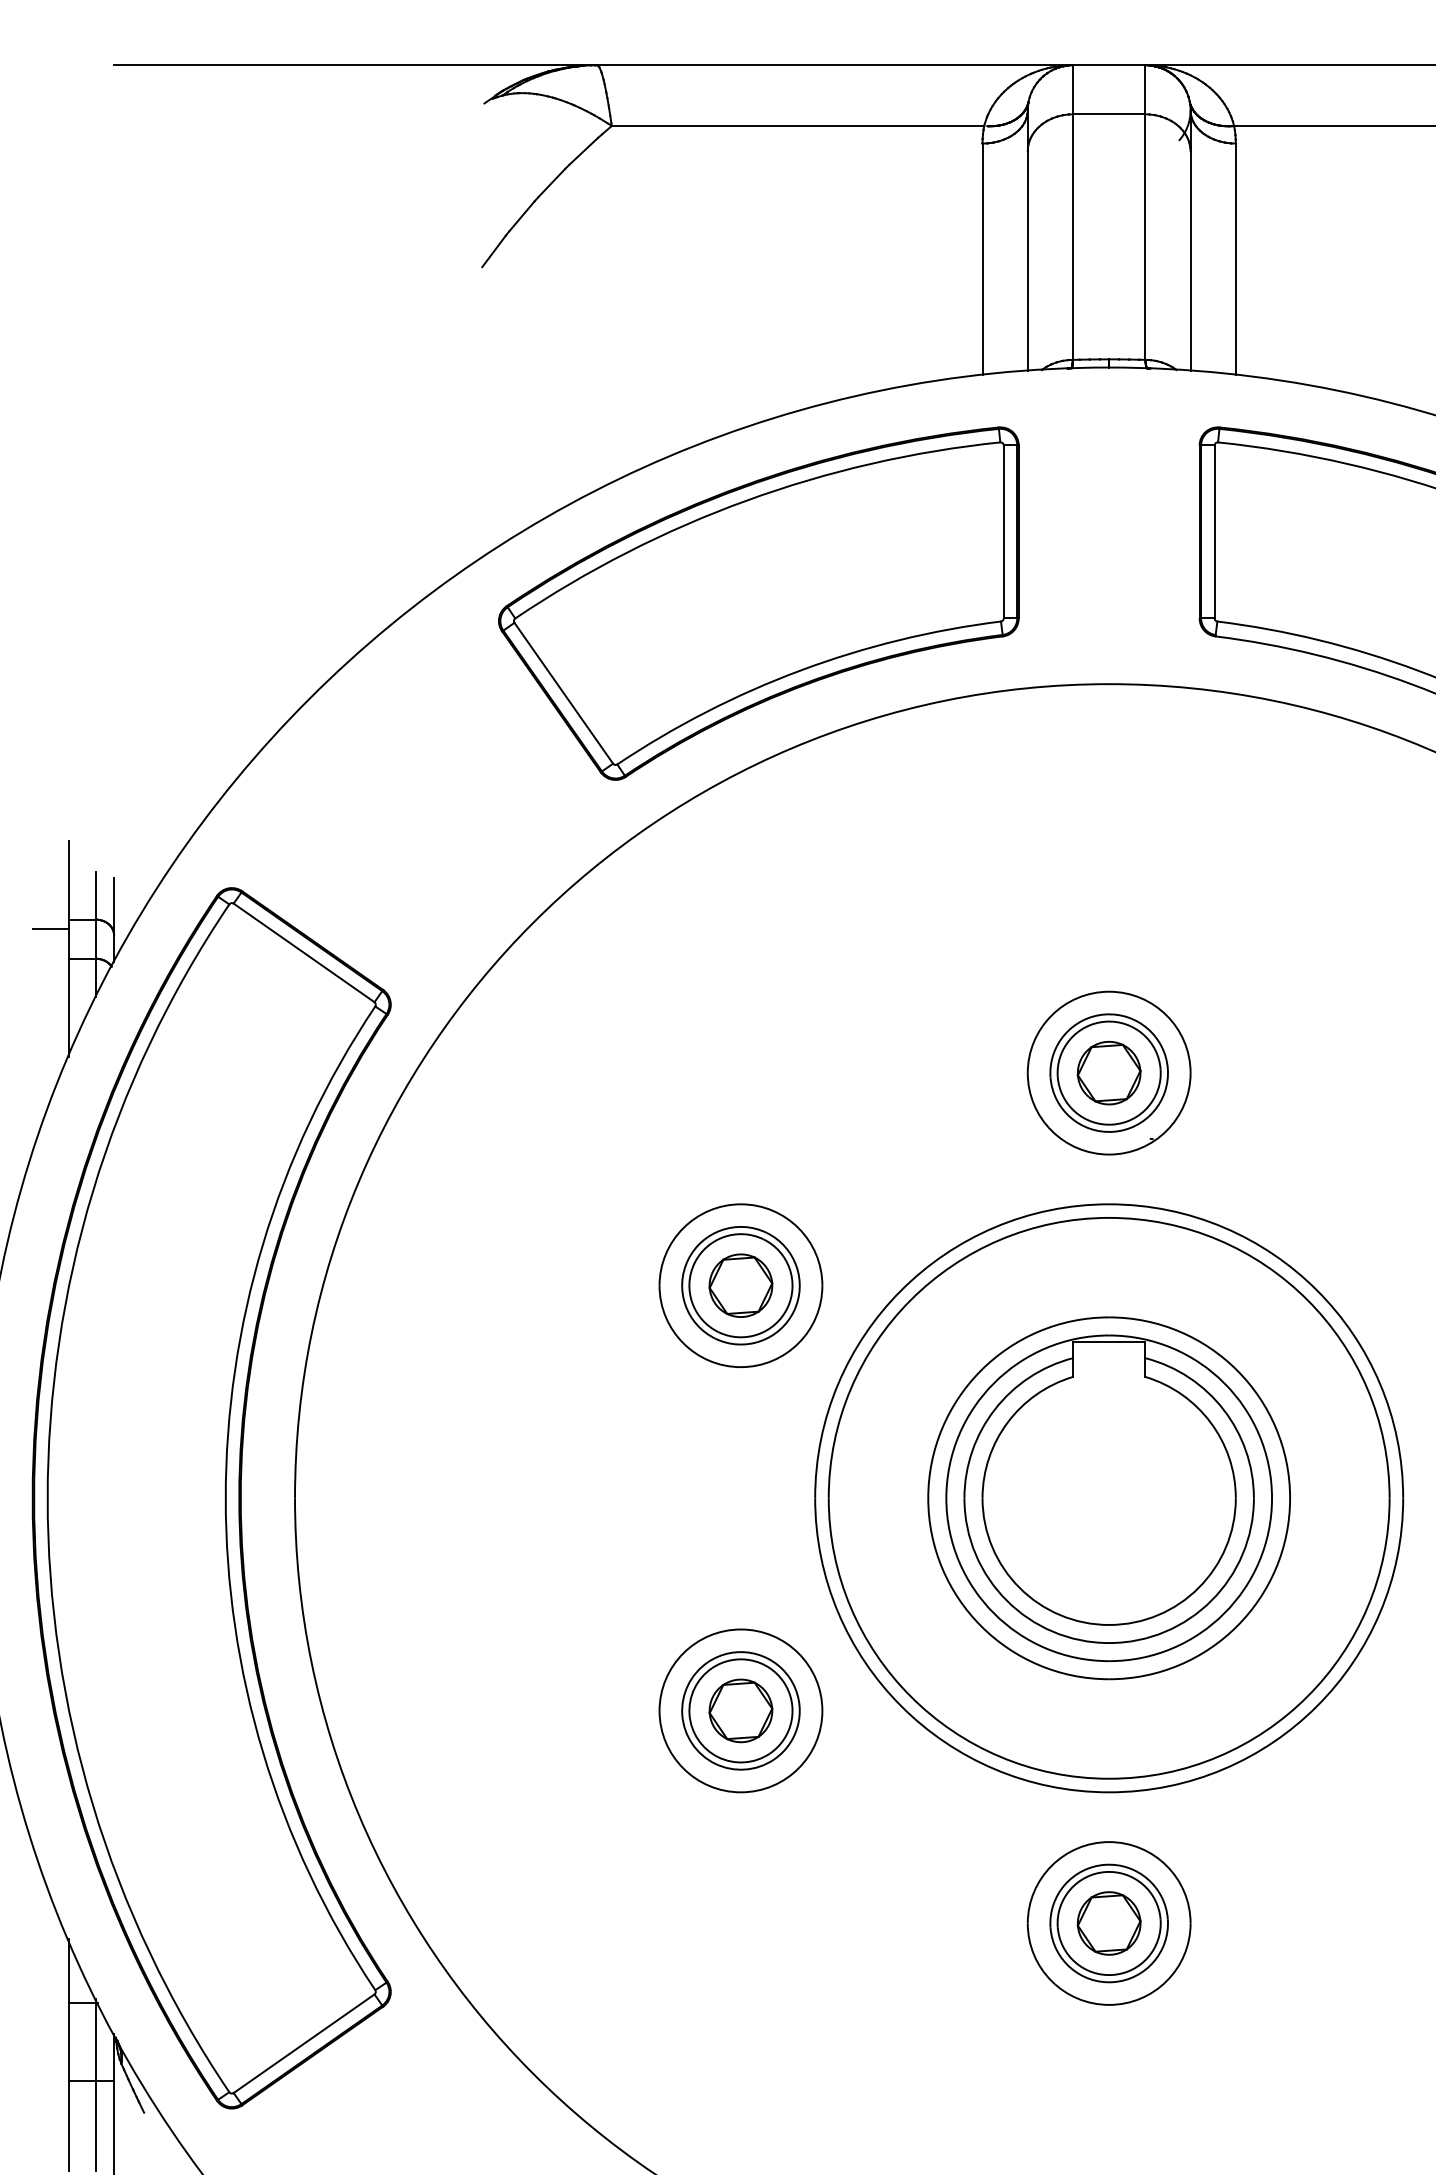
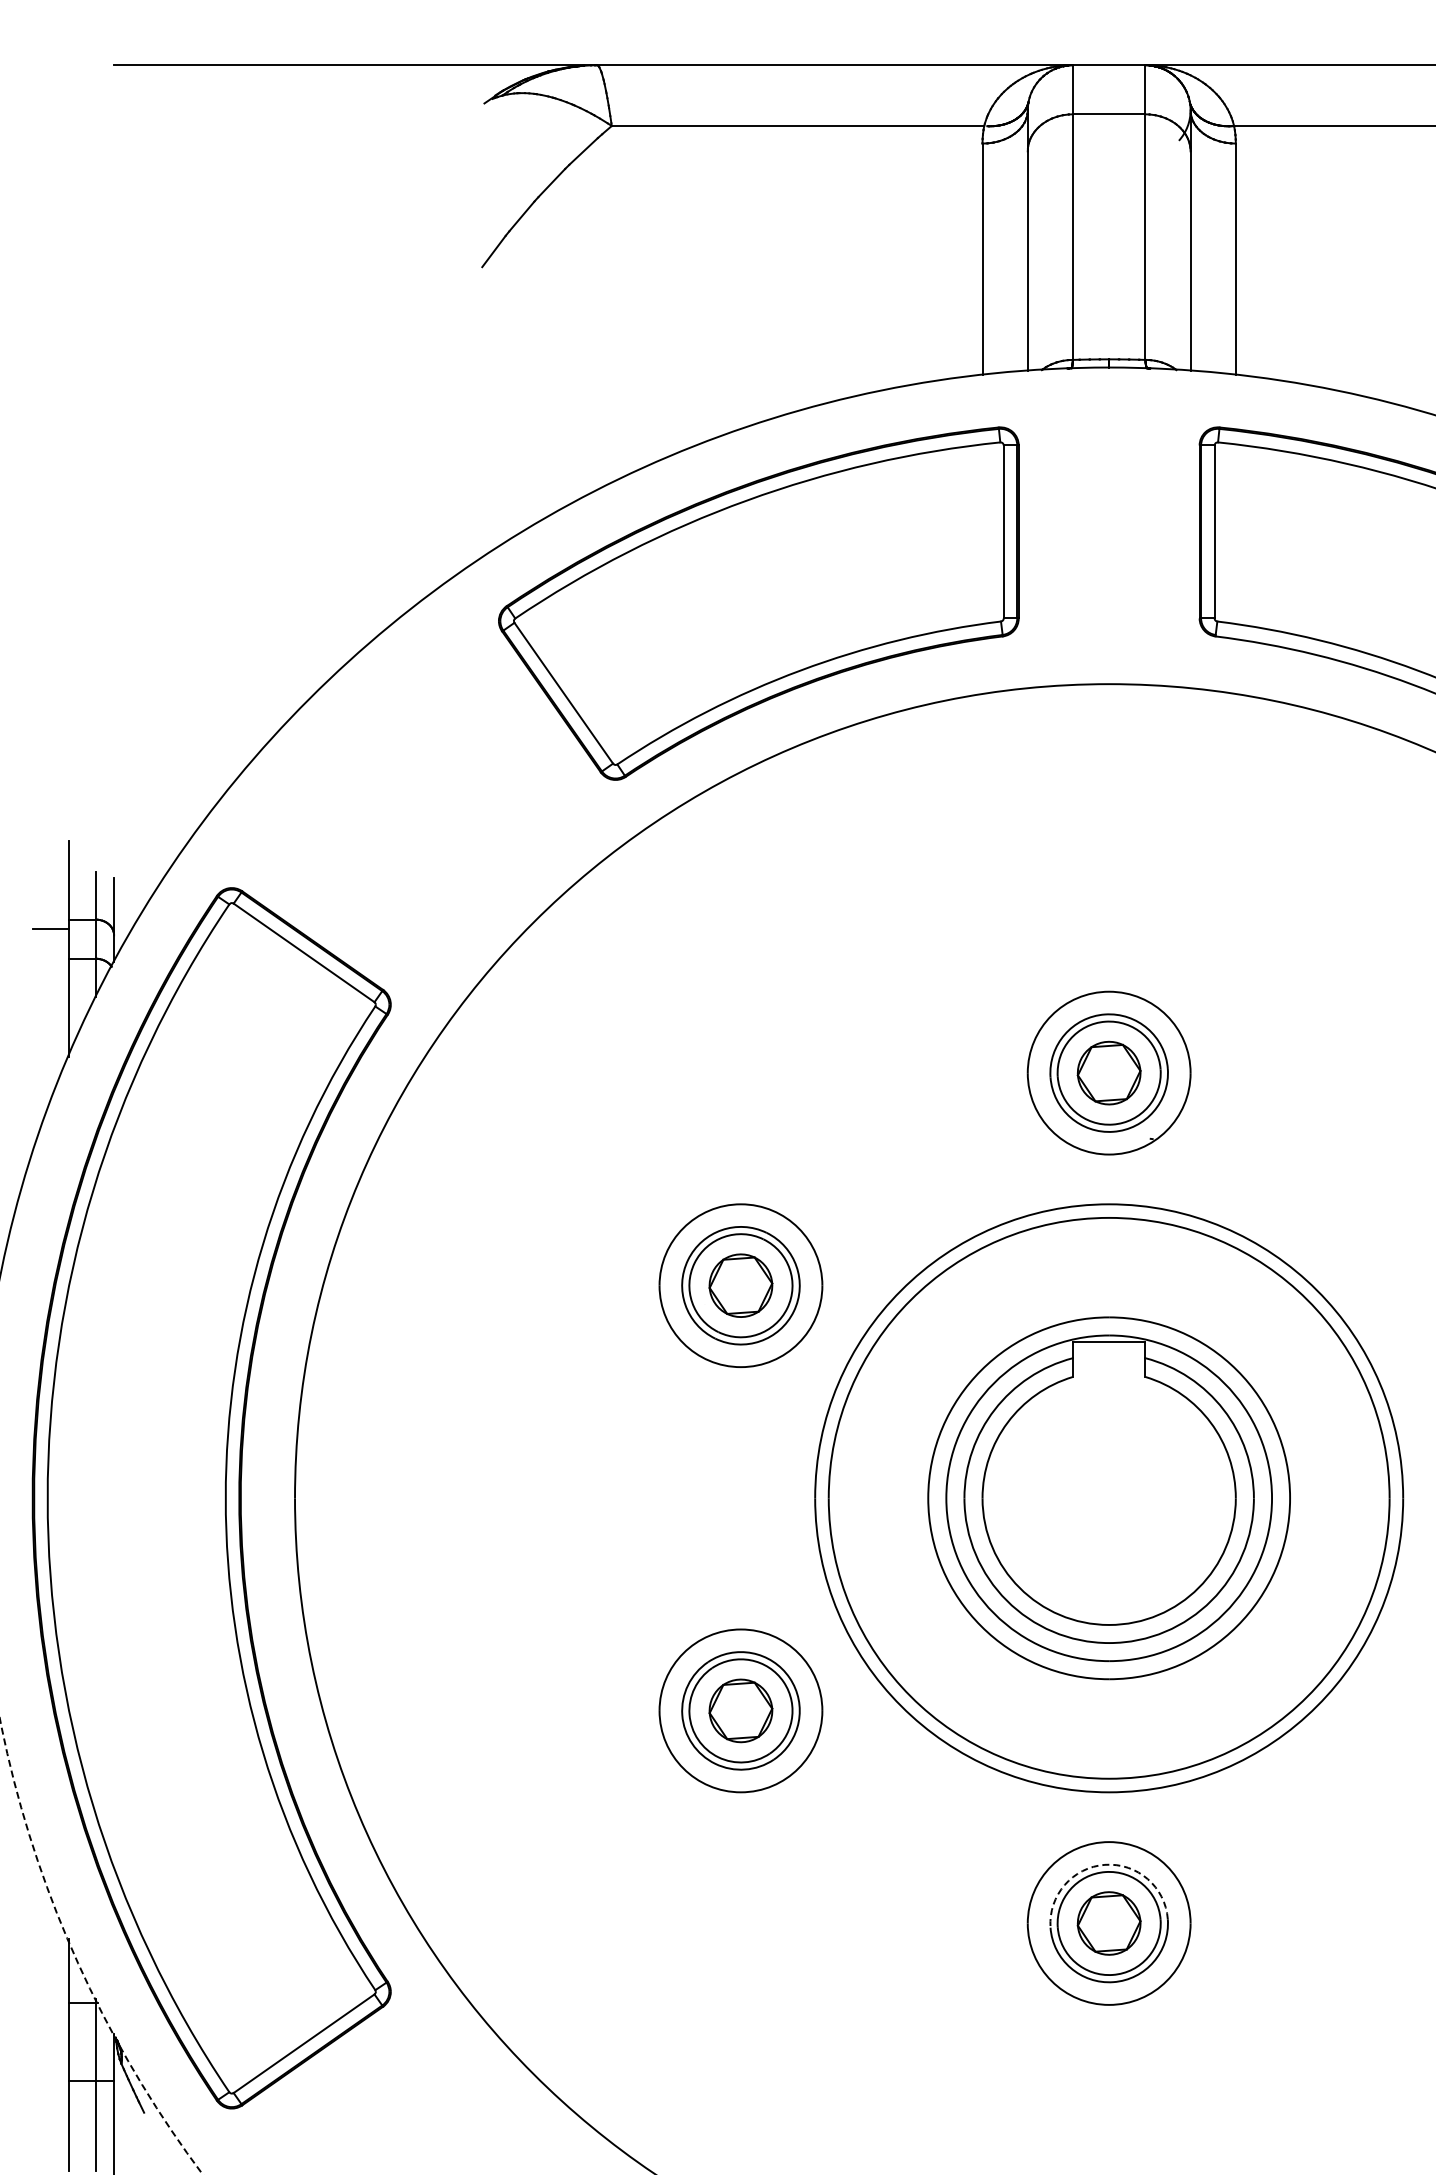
arc at (1104, 1864): solid -> dashed
arc at (76, 1960): solid -> dashed
